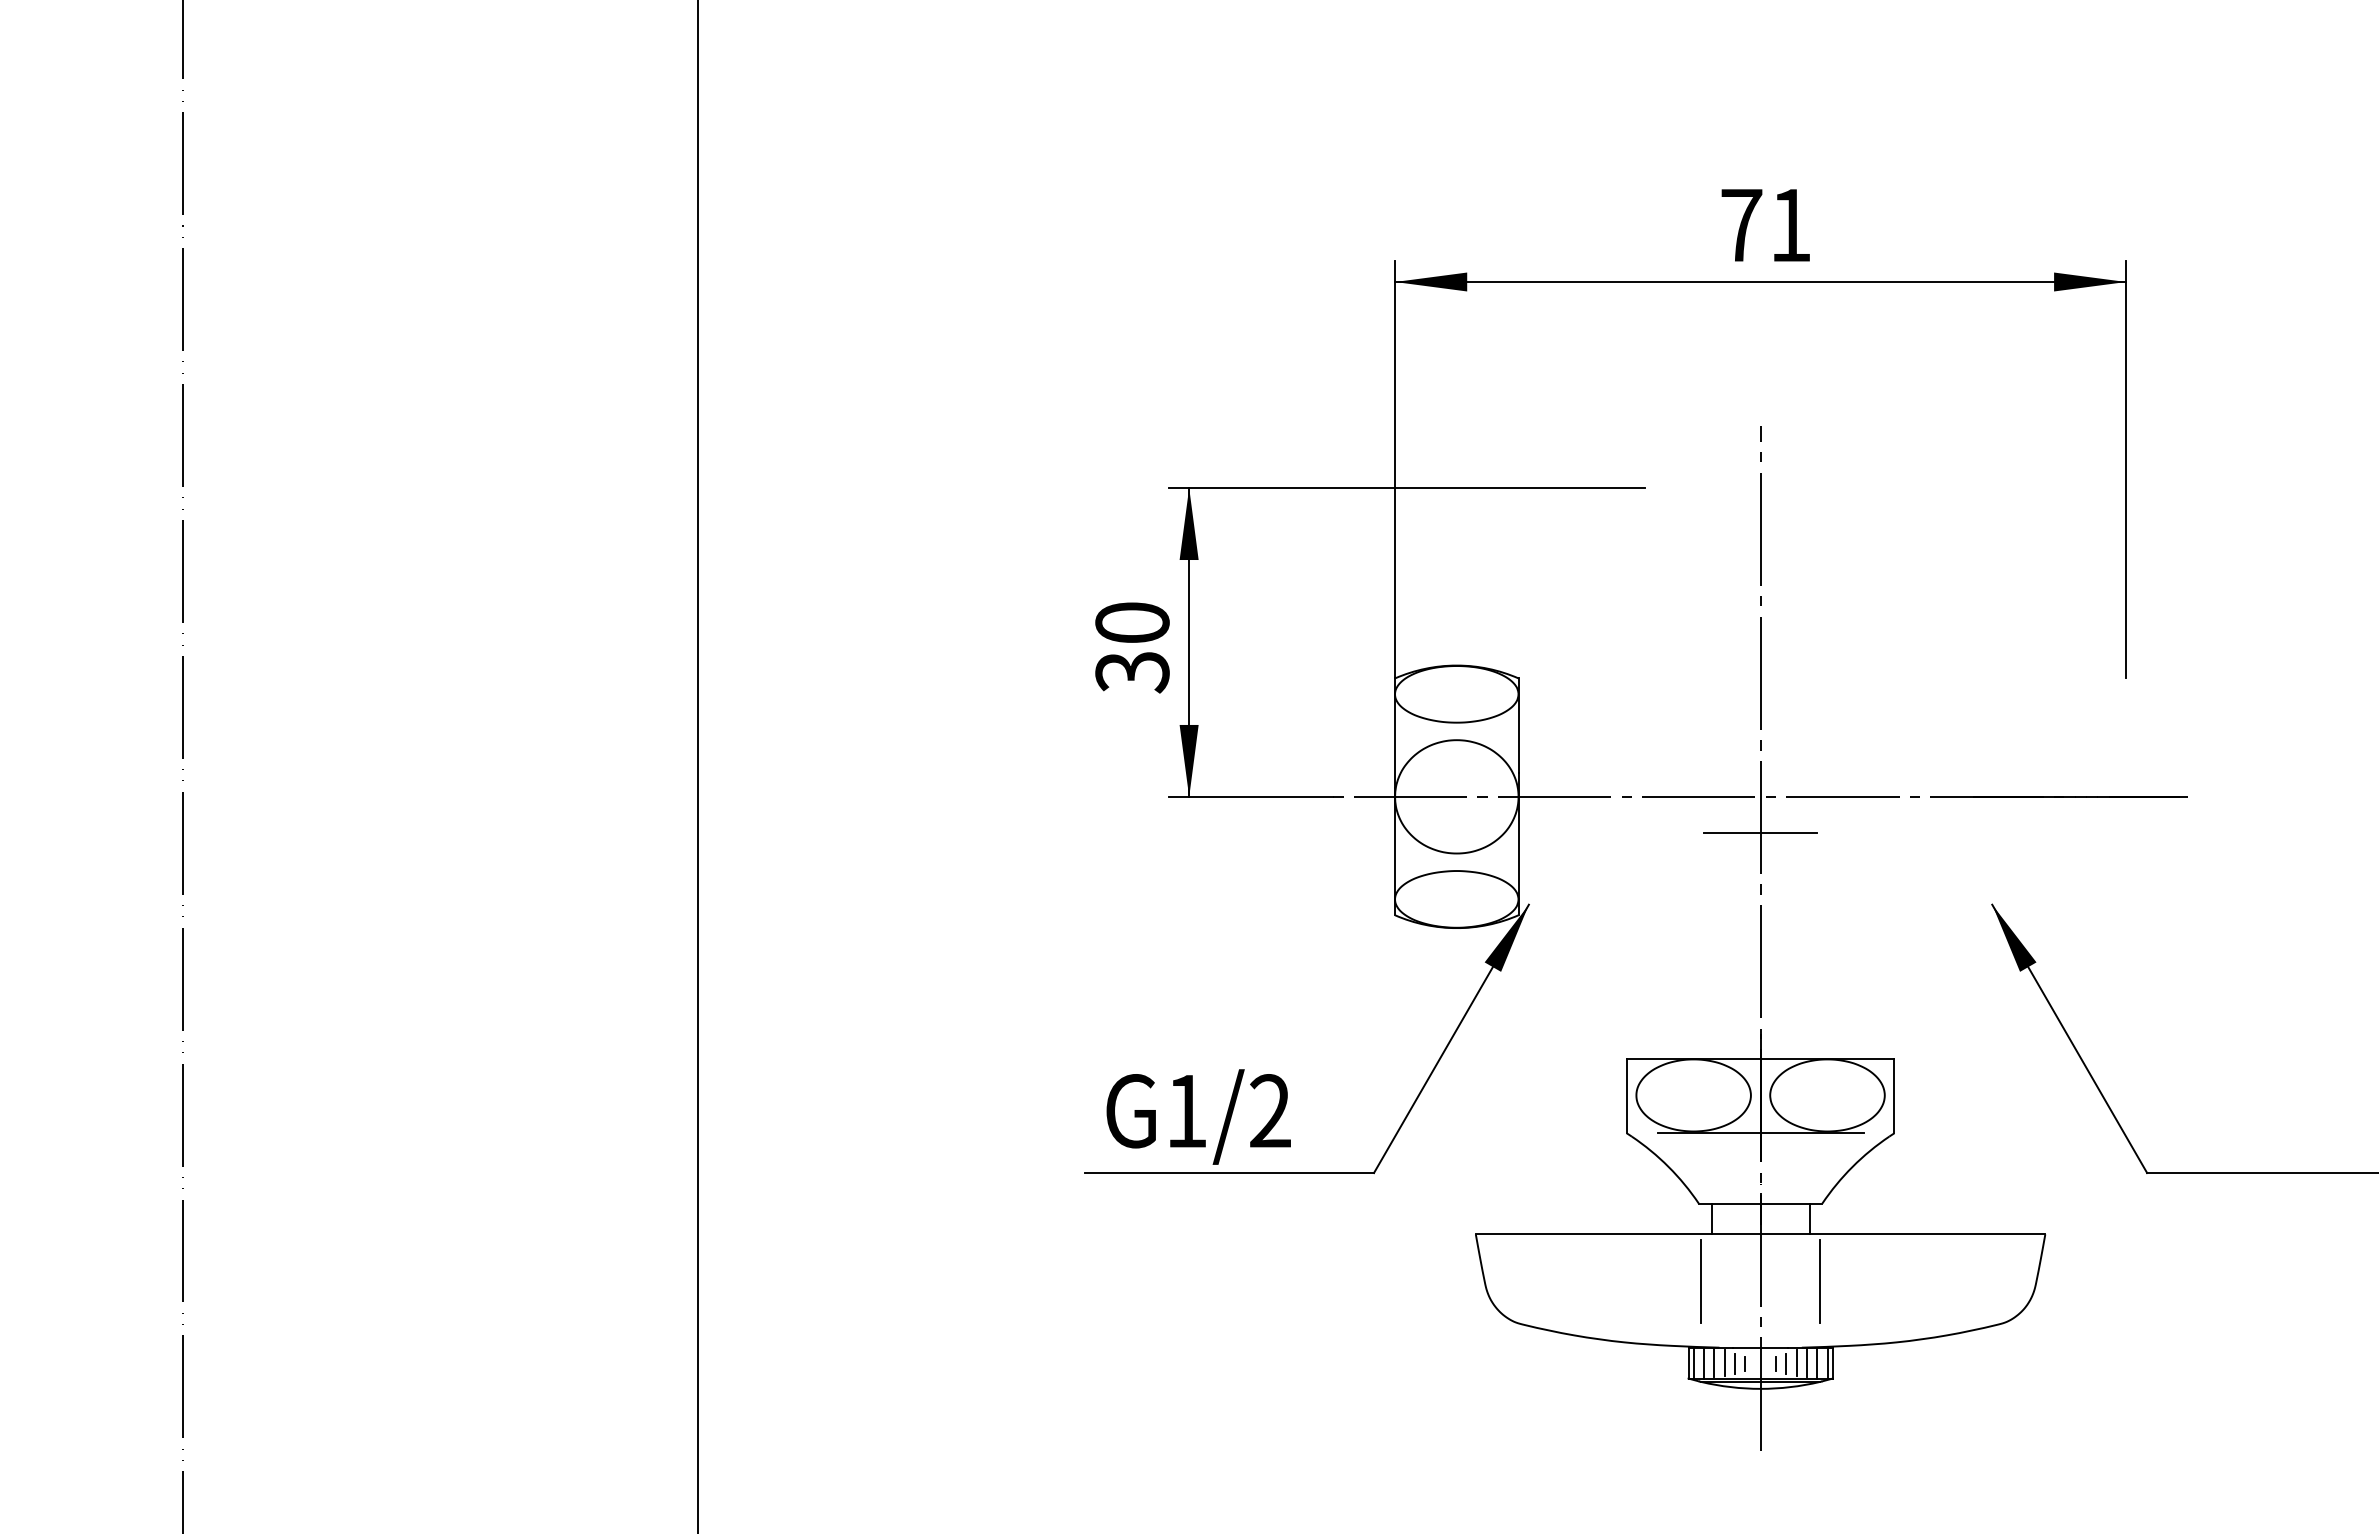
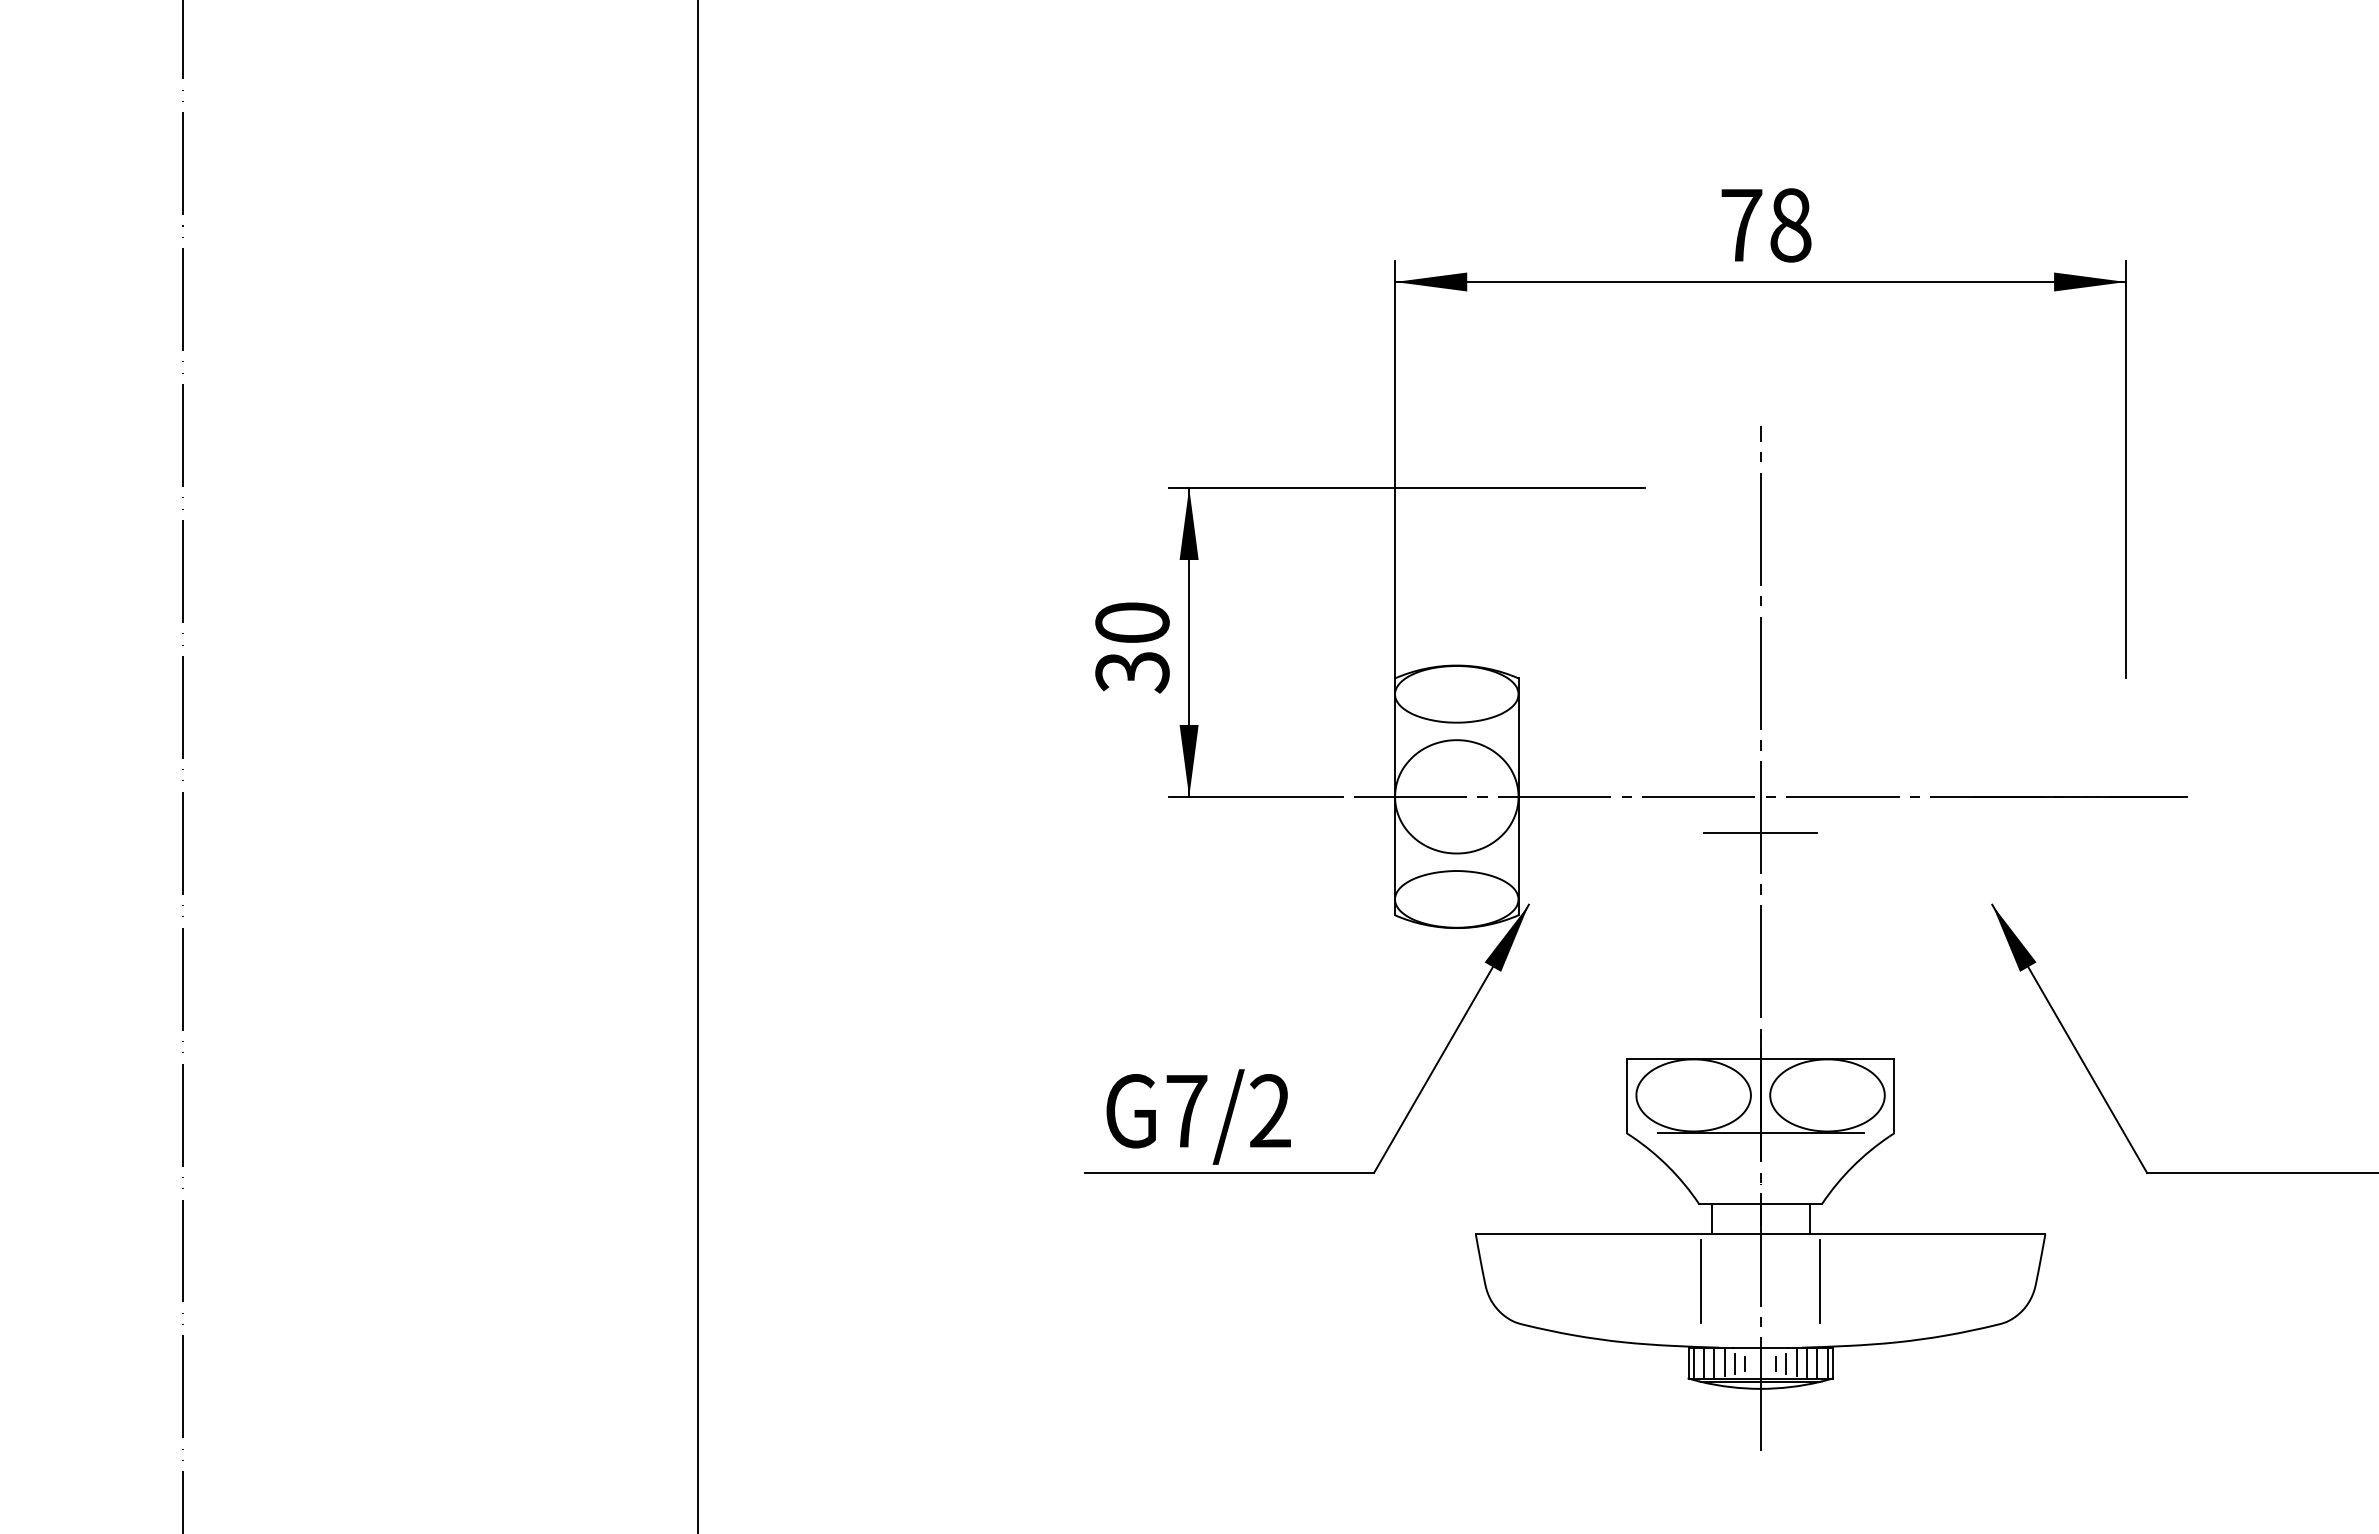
text at (1790, 225): 71 -> 78
text at (1186, 1111): G1/2 -> G7/2
